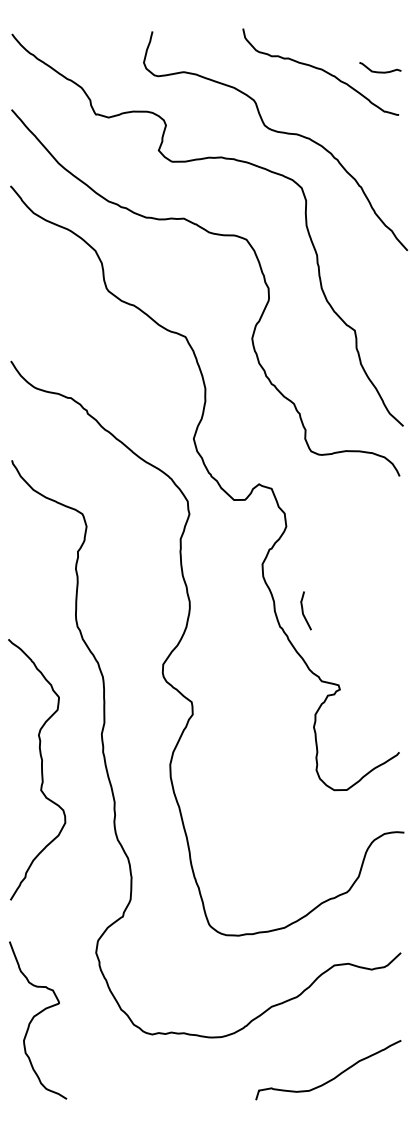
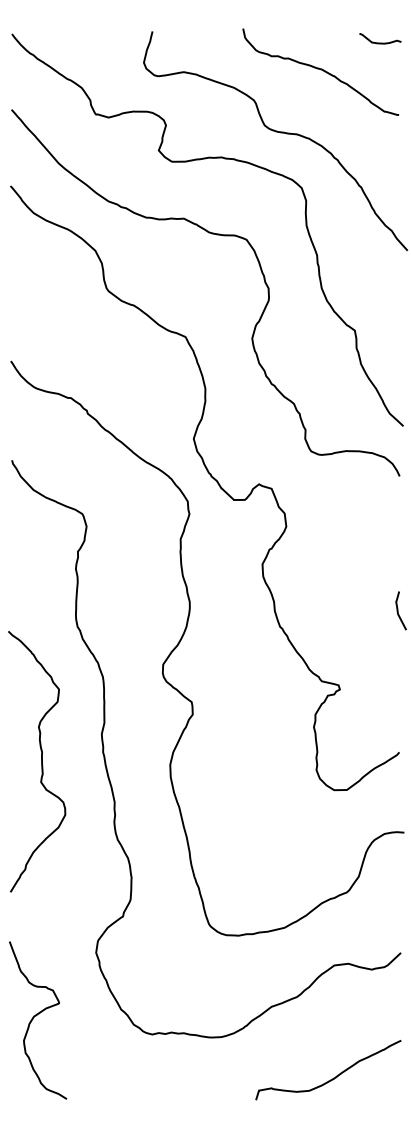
curve at (380, 71) position: (380, 71) -> (380, 42)
curve at (303, 610) position: (303, 610) -> (398, 610)
curve at (41, 769) position: (41, 769) -> (41, 761)
